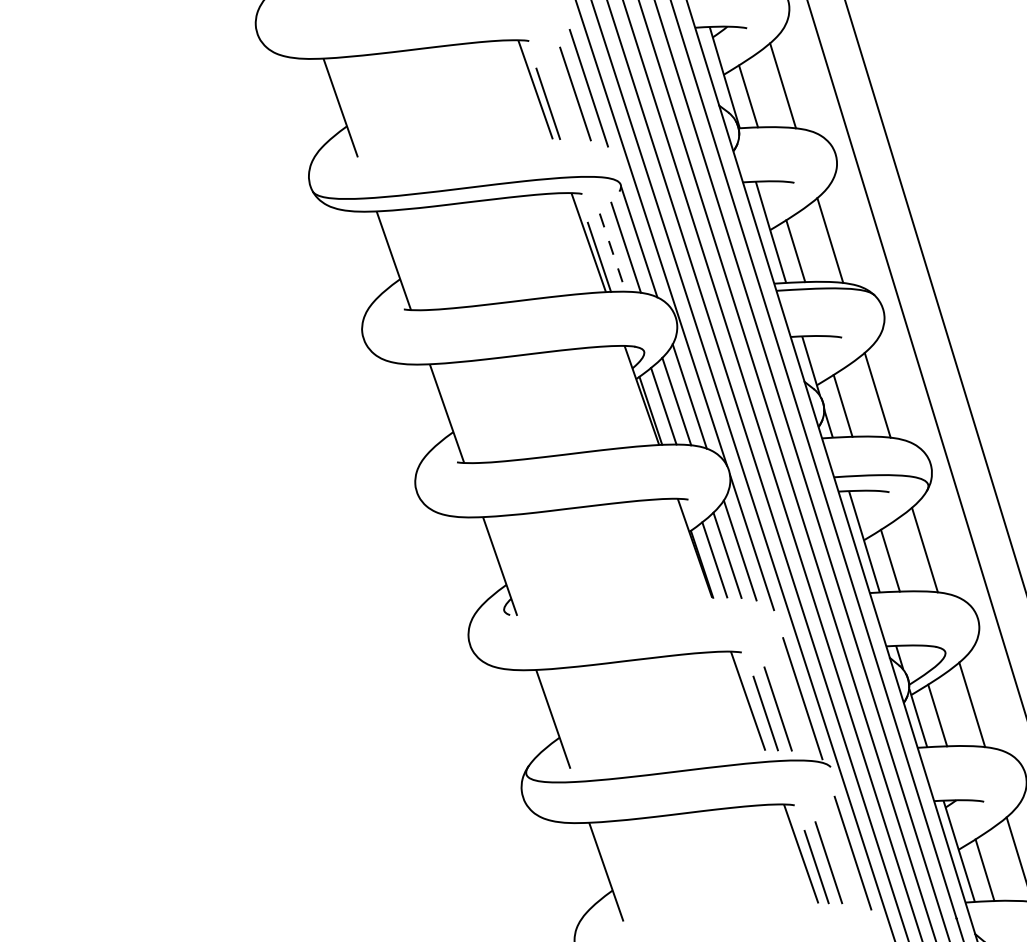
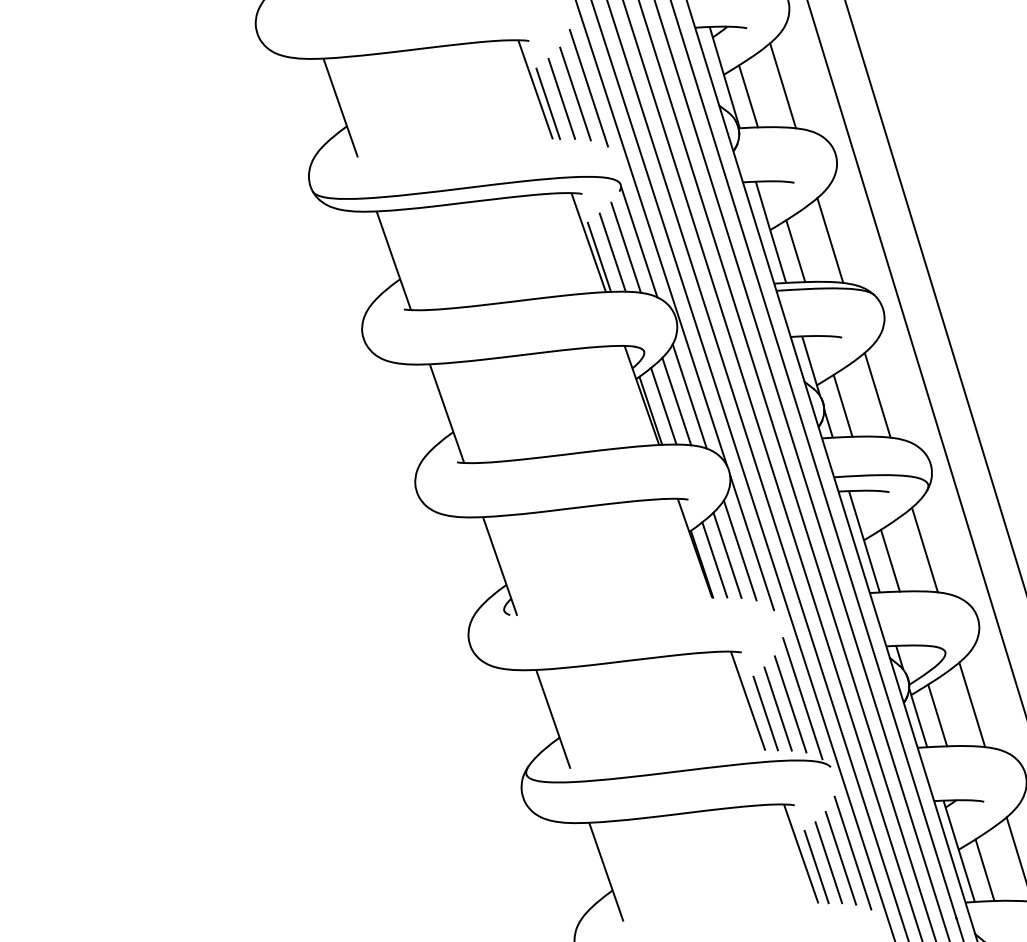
line at (561, 98): none -> present
line at (612, 253): dashed -> solid
line at (790, 704): none -> present
line at (840, 858): none -> present
